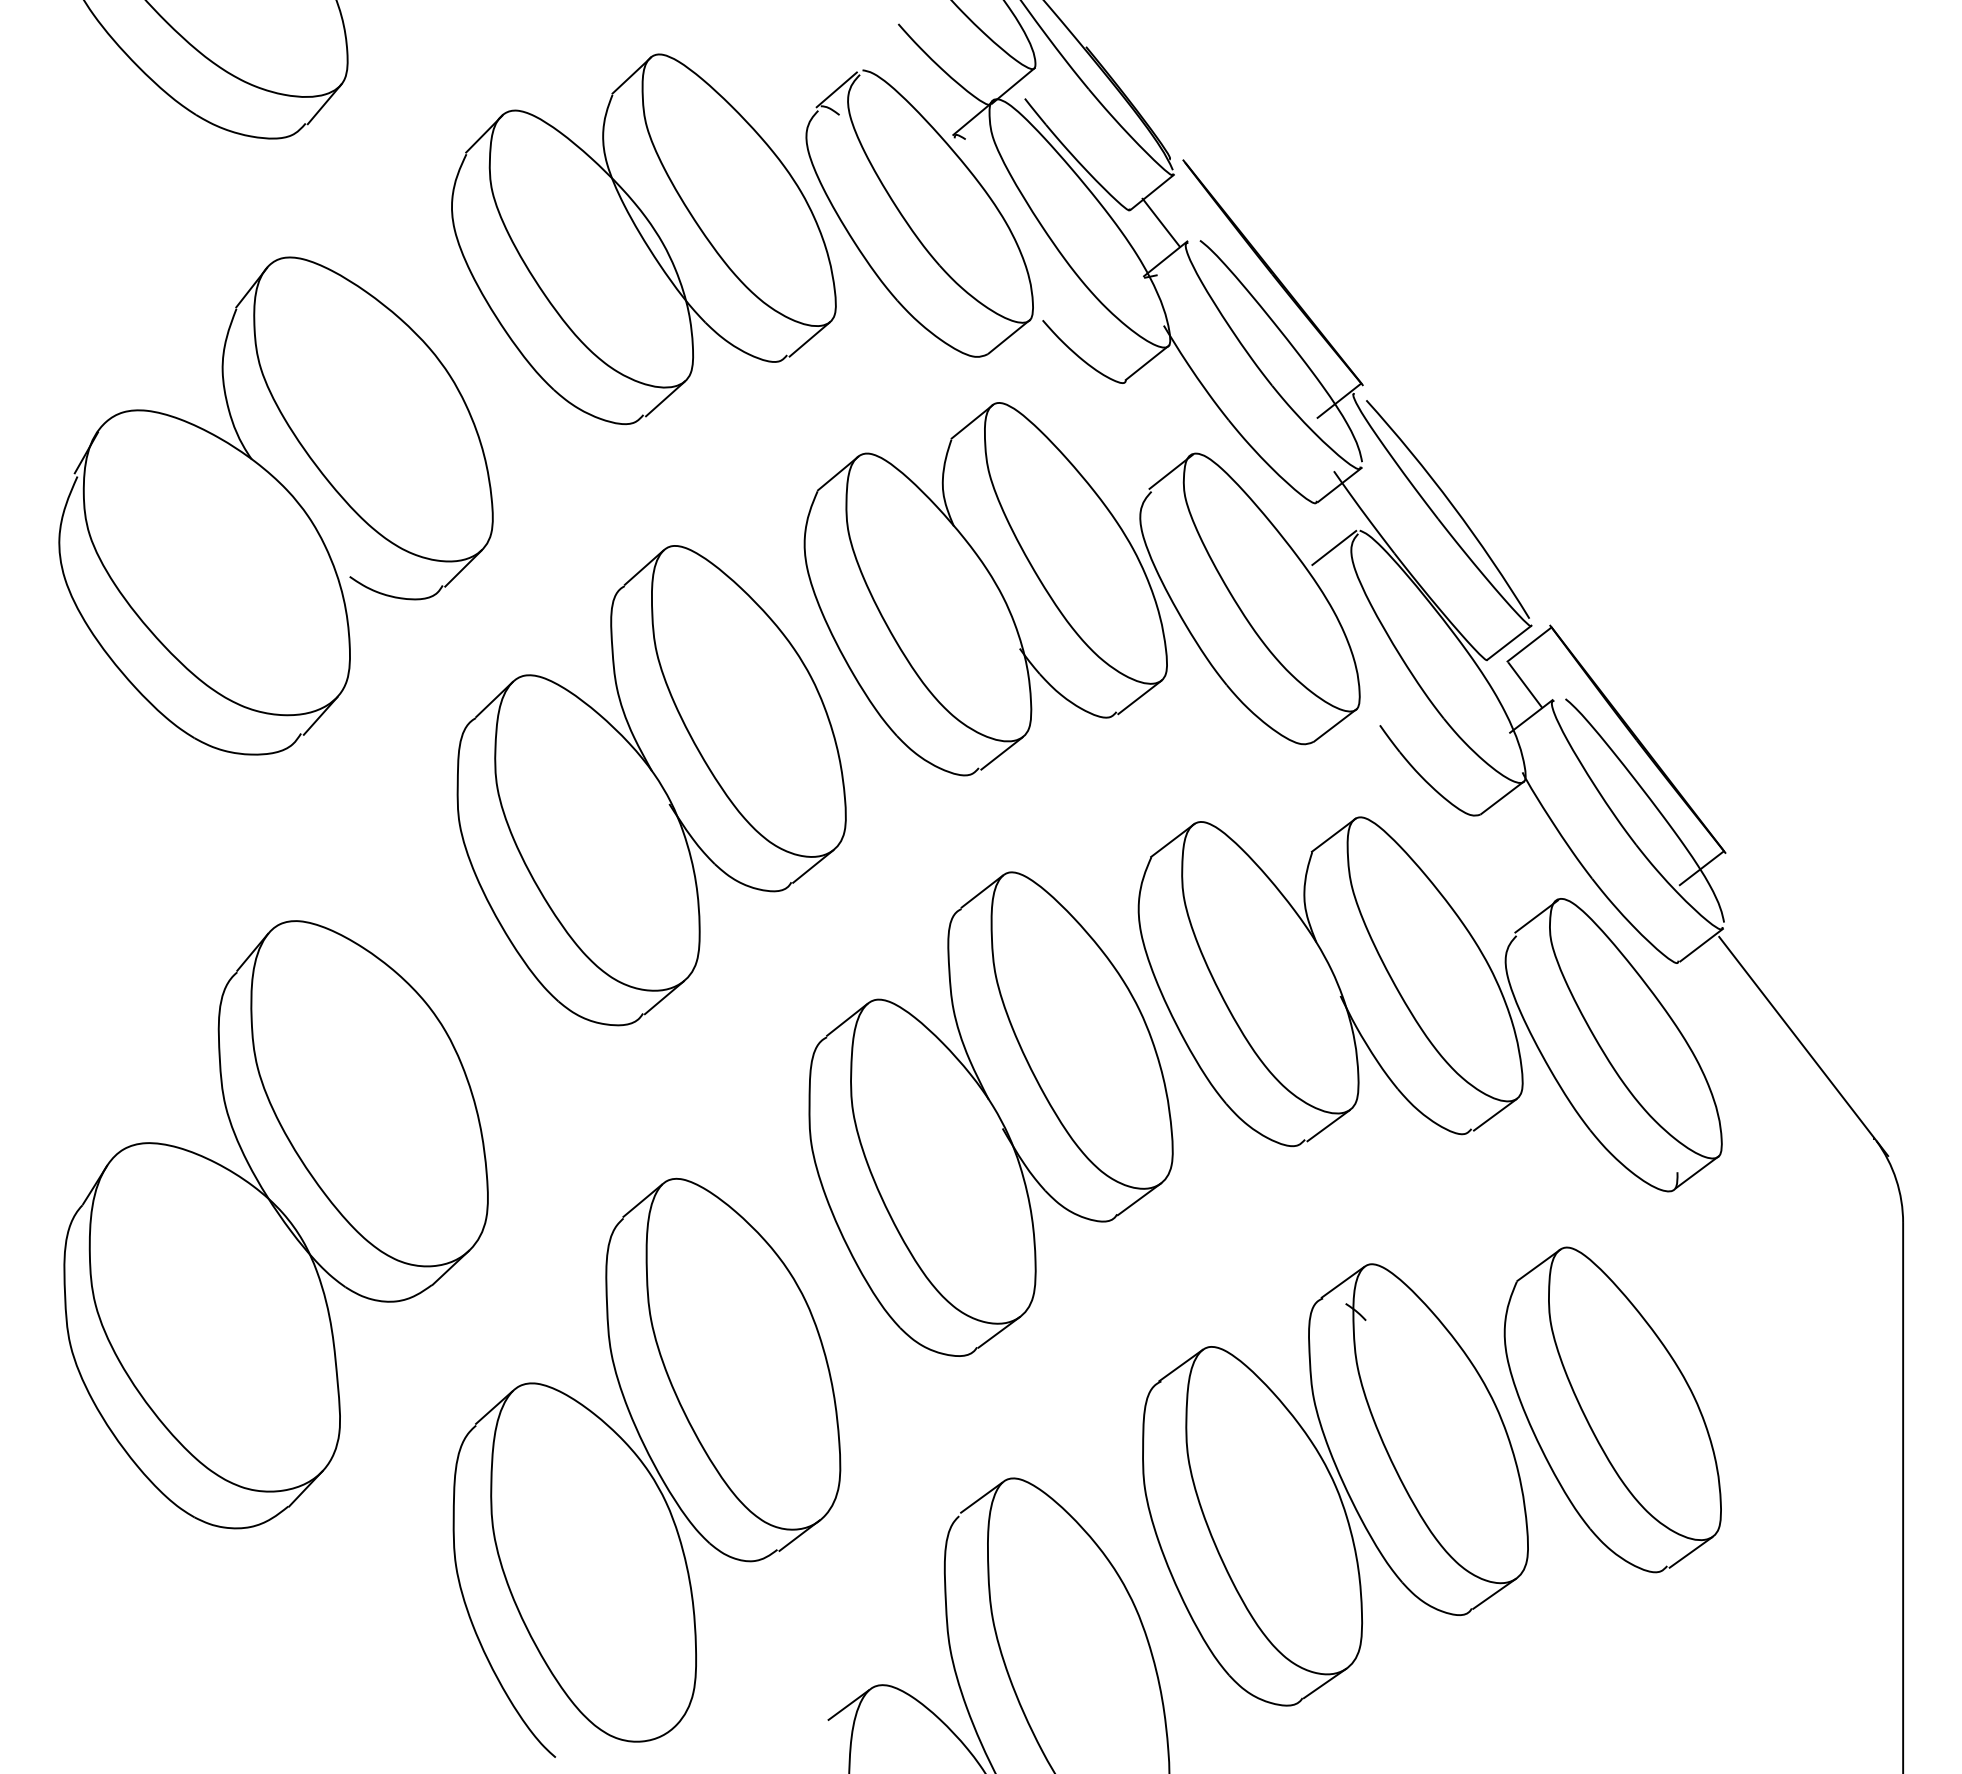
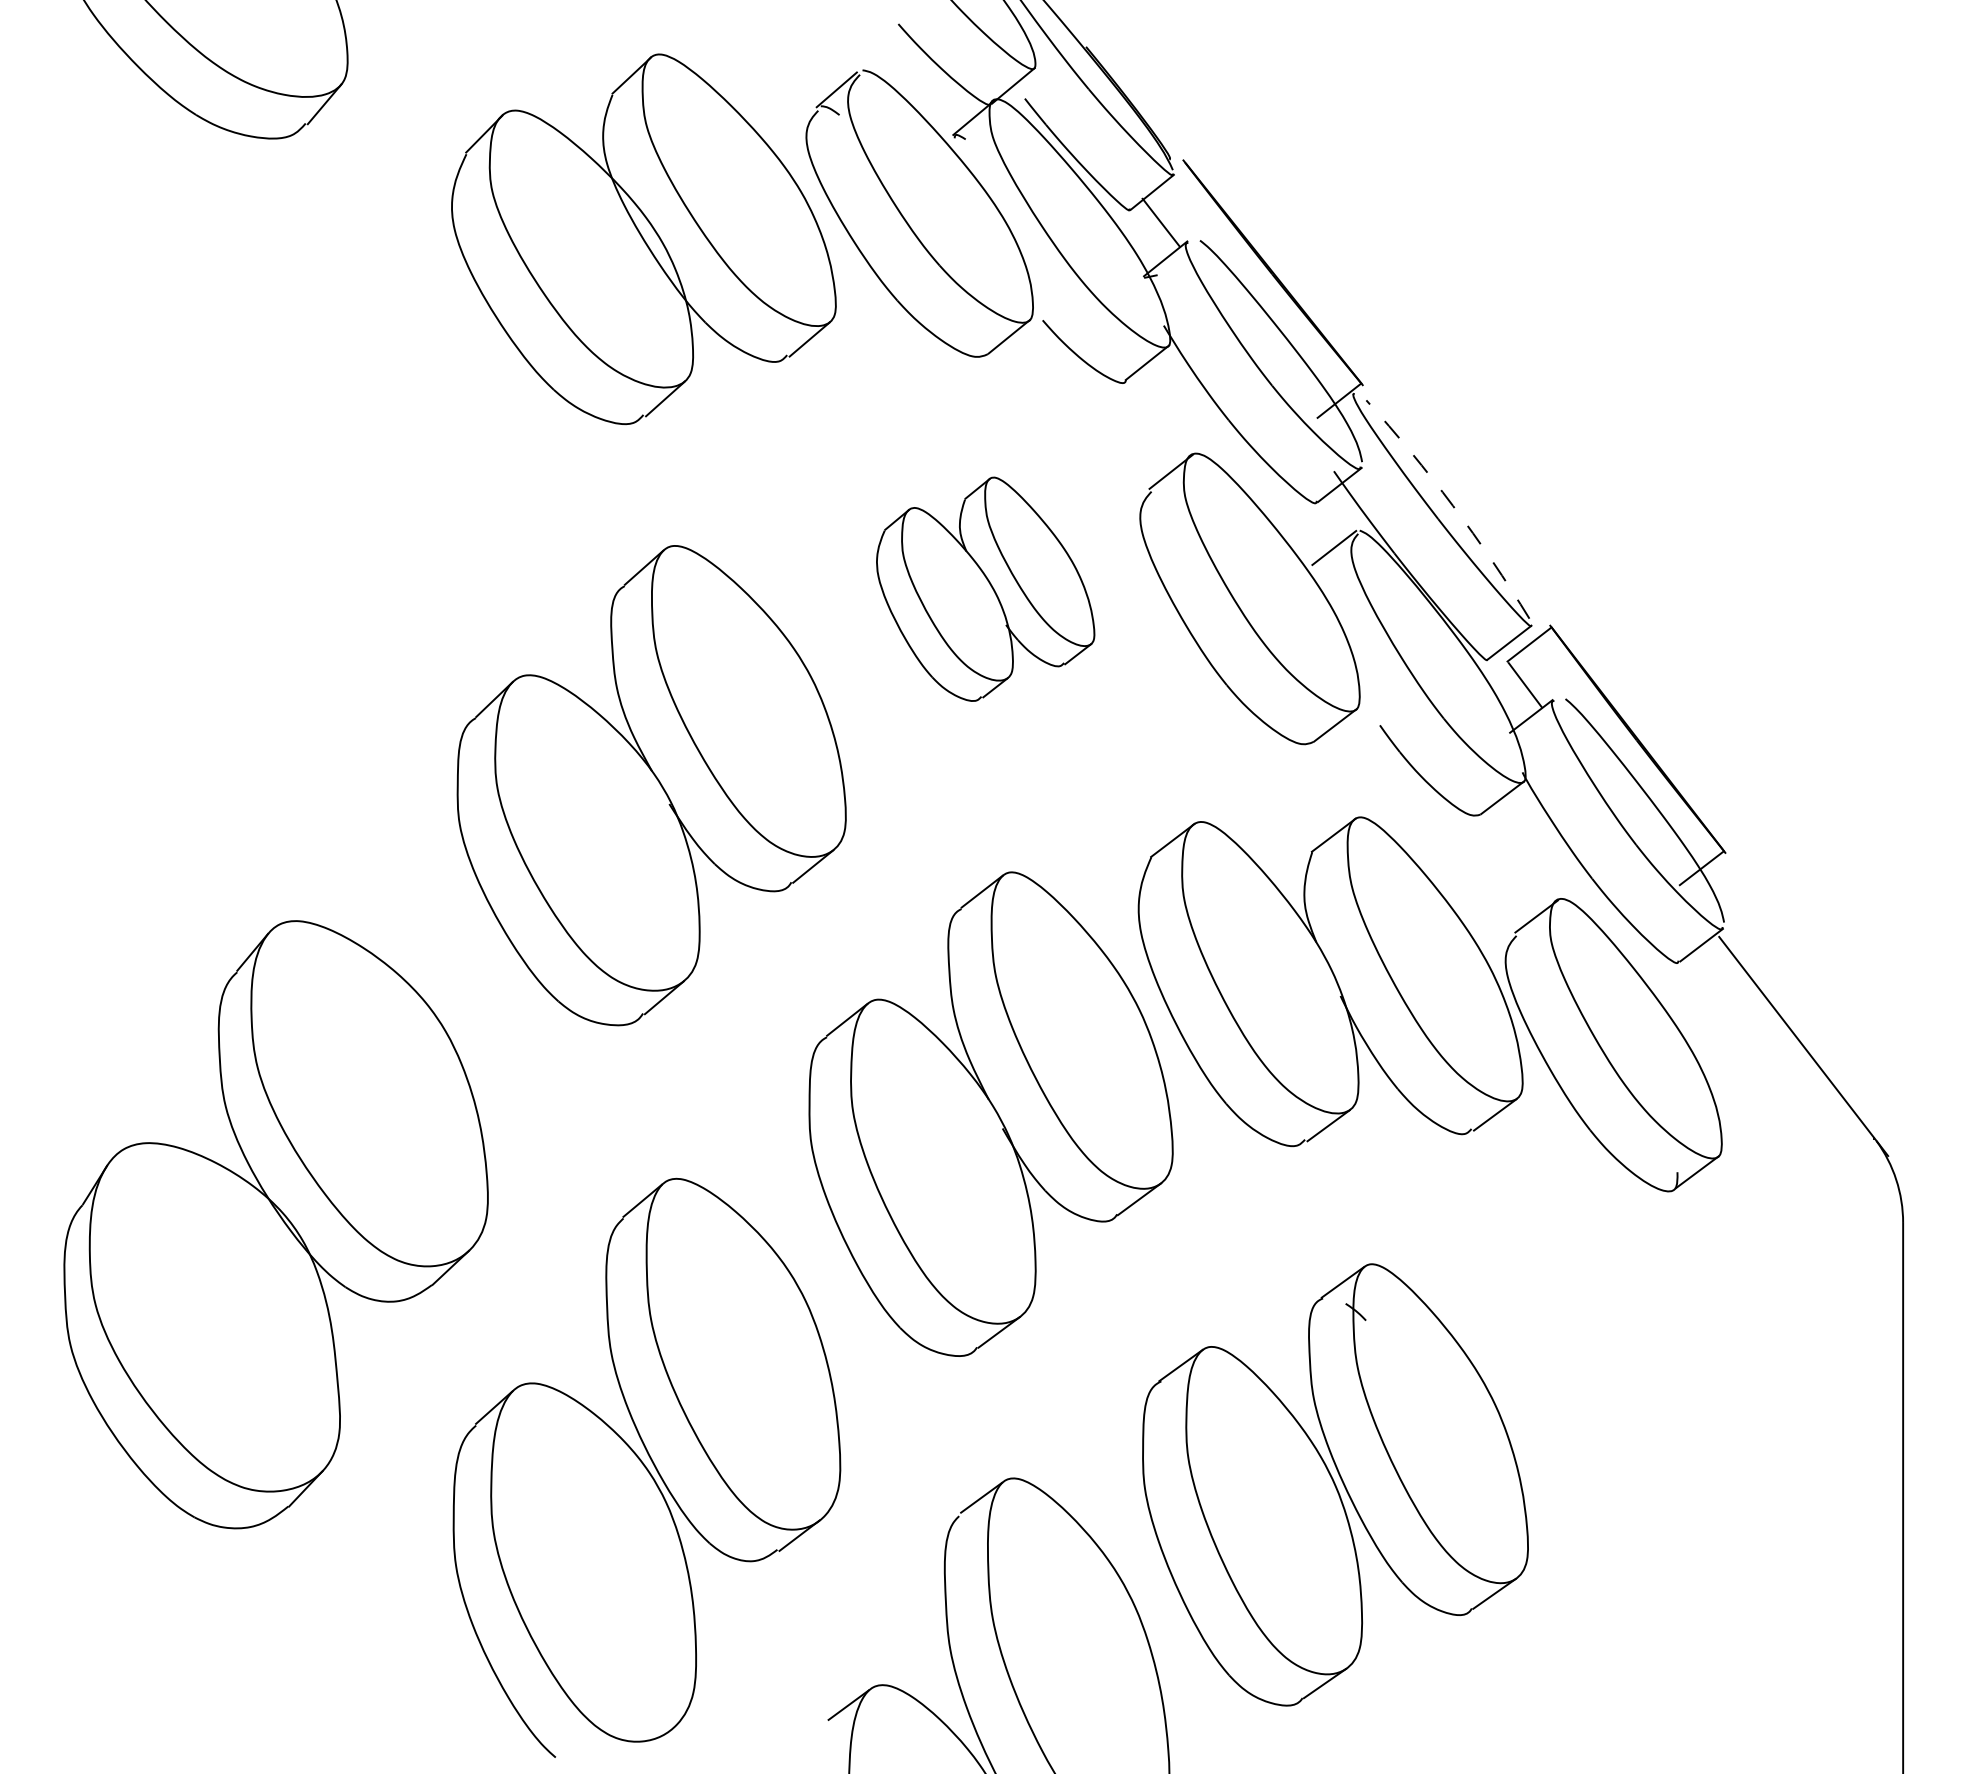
part at (275, 505): present -> none
arc at (1452, 505): solid -> dashed
part at (985, 589) size: 365x375 px -> 220x226 px
part at (1612, 1409): present -> none
